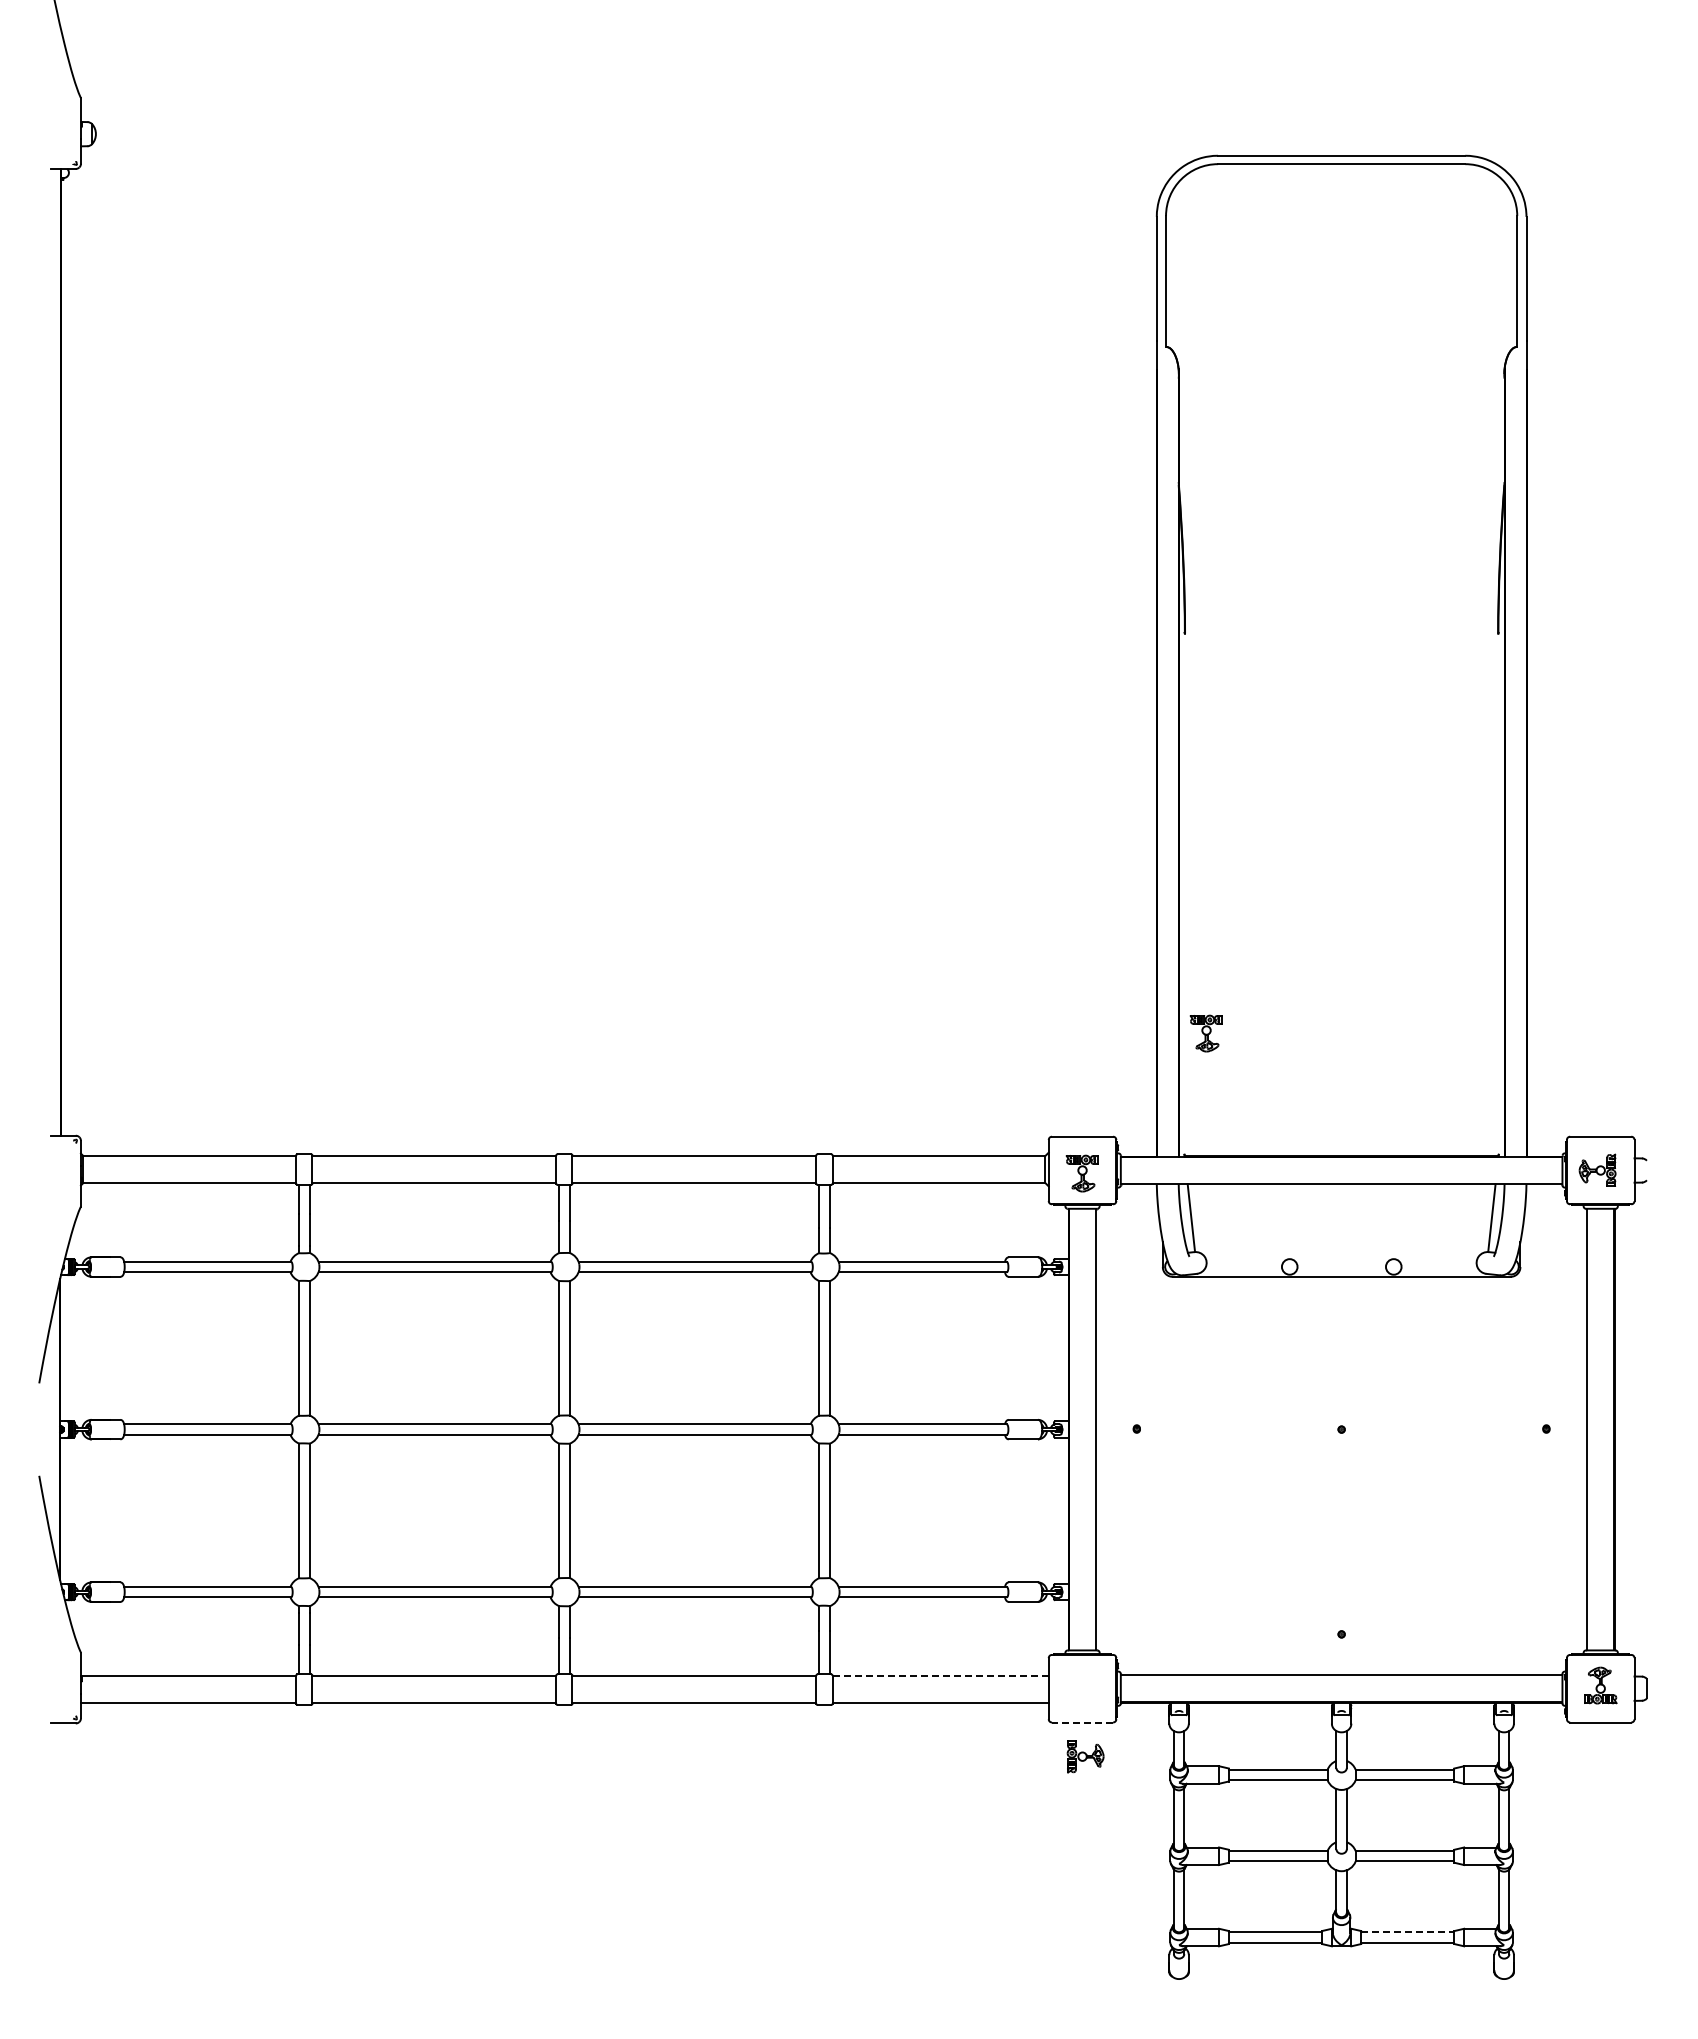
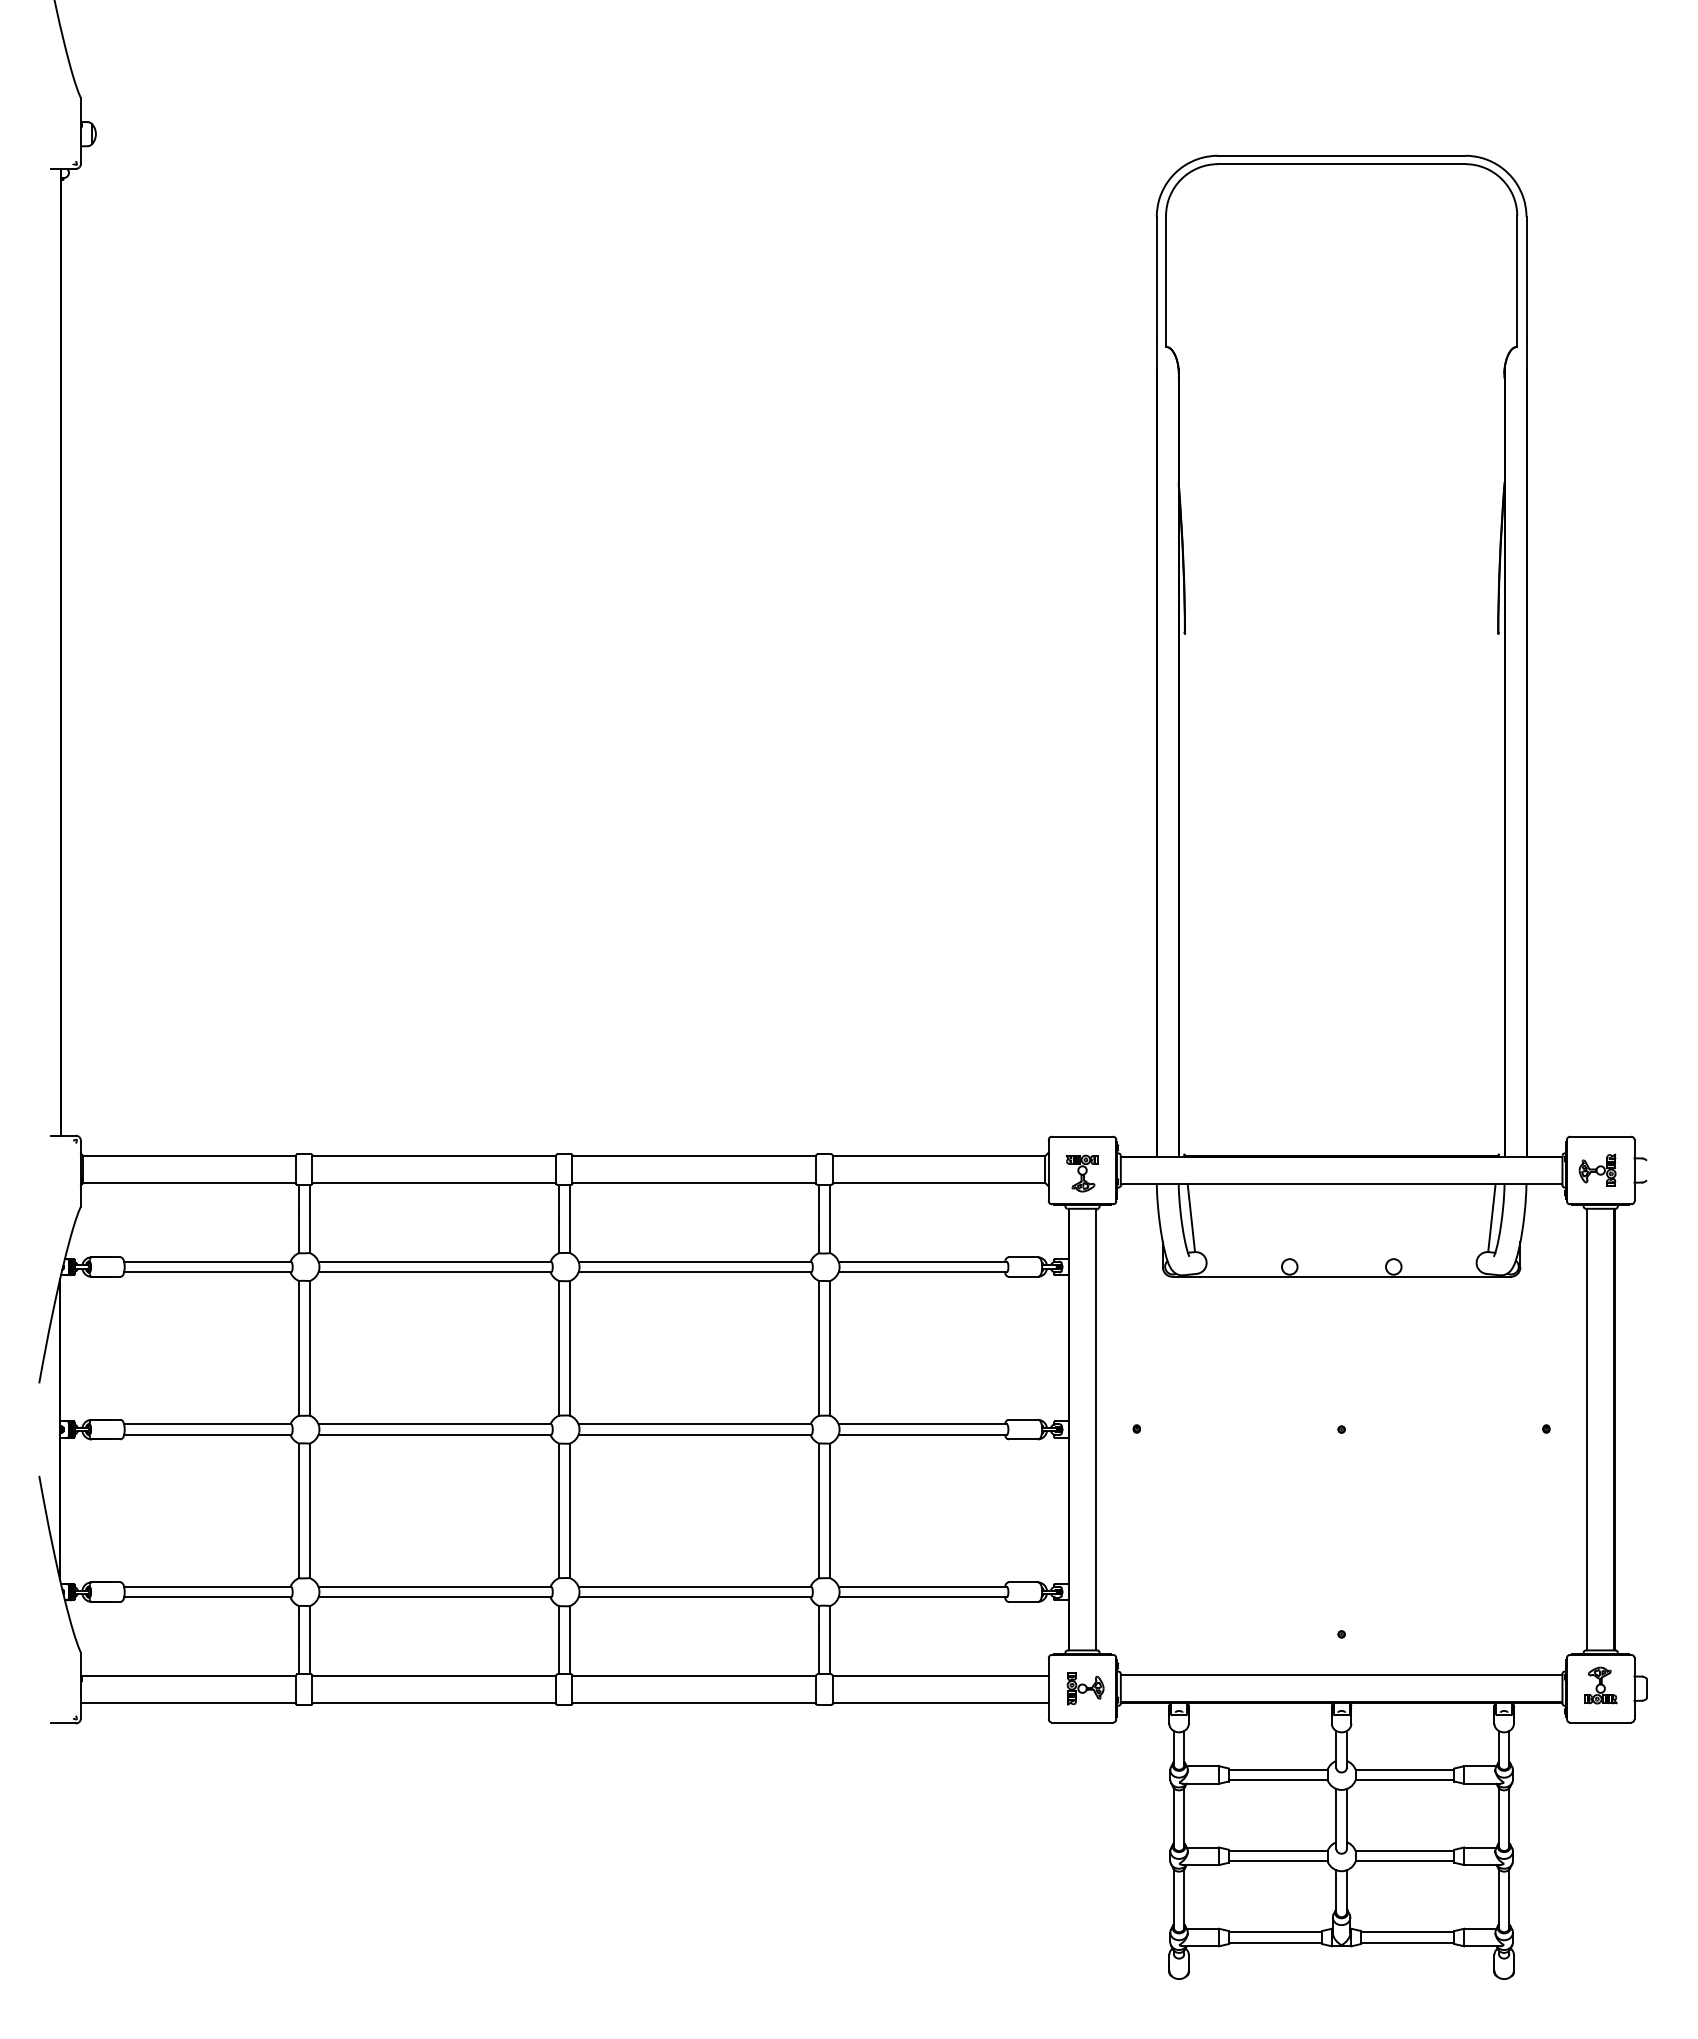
part at (1205, 1033): present -> none
line at (941, 1676): dashed -> solid
line at (1082, 1722): dashed -> solid
part at (1085, 1756) position: (1085, 1756) -> (1085, 1688)
line at (1407, 1932): dashed -> solid
